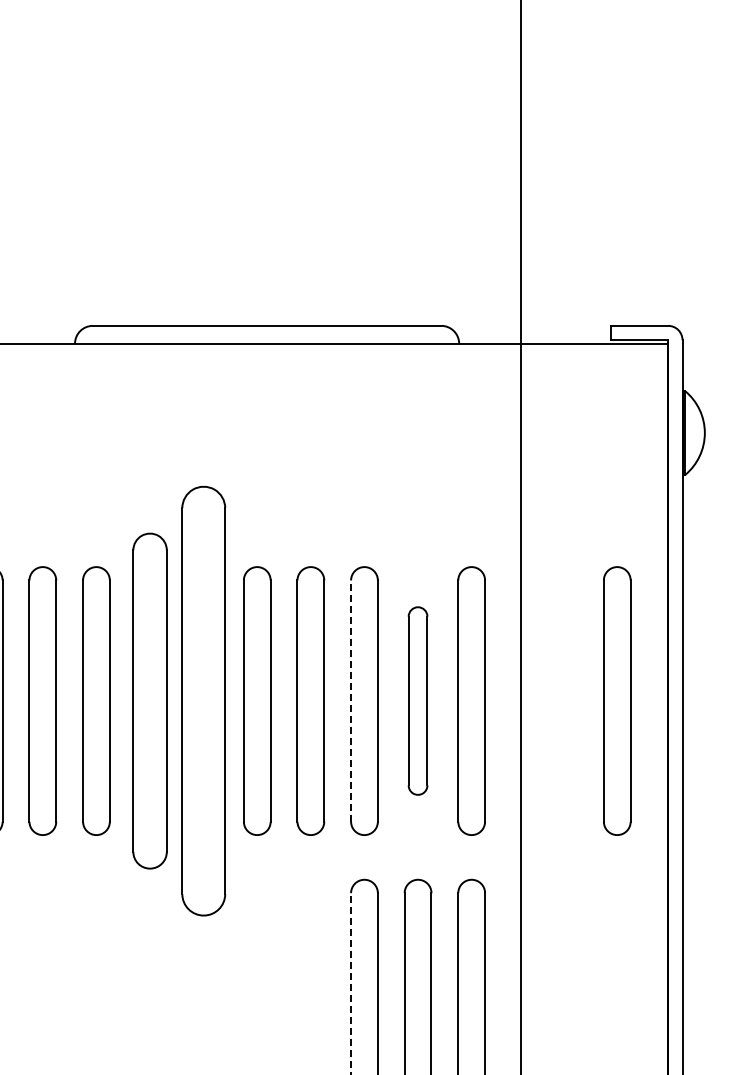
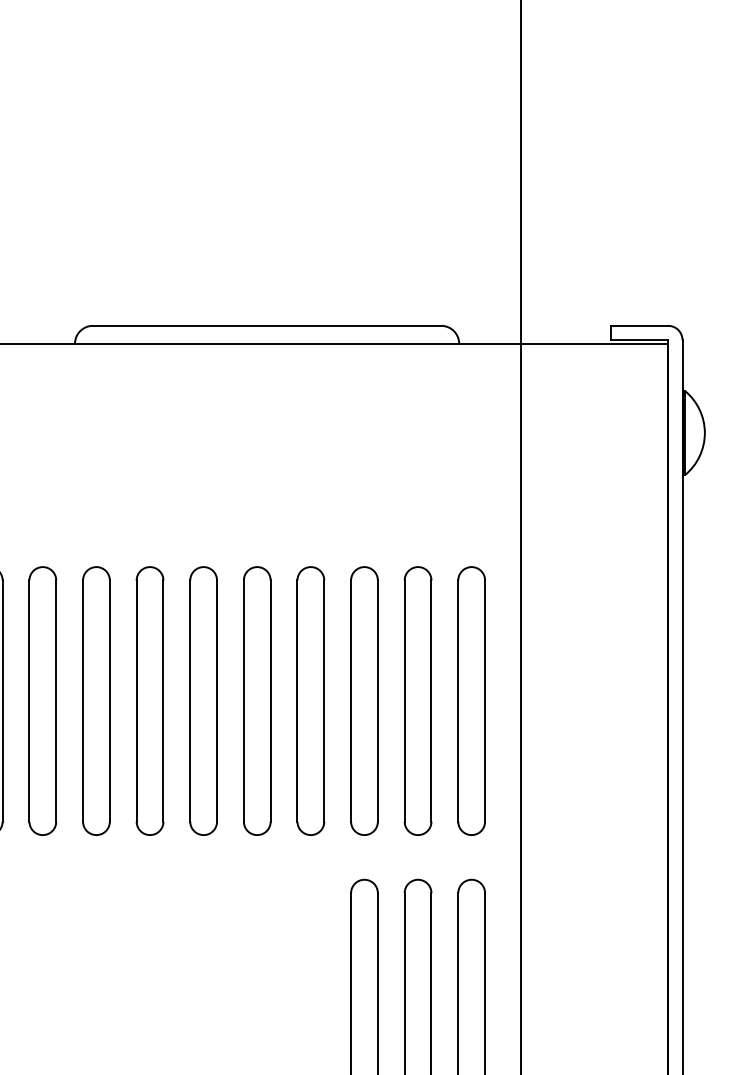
part at (149, 700) size: 36x338 px -> 30x270 px
part at (417, 700) size: 22x190 px -> 30x270 px
part at (617, 700): present -> none
part at (203, 701) size: 46x431 px -> 29x270 px
line at (351, 701): dashed -> solid
line at (351, 983): dashed -> solid
